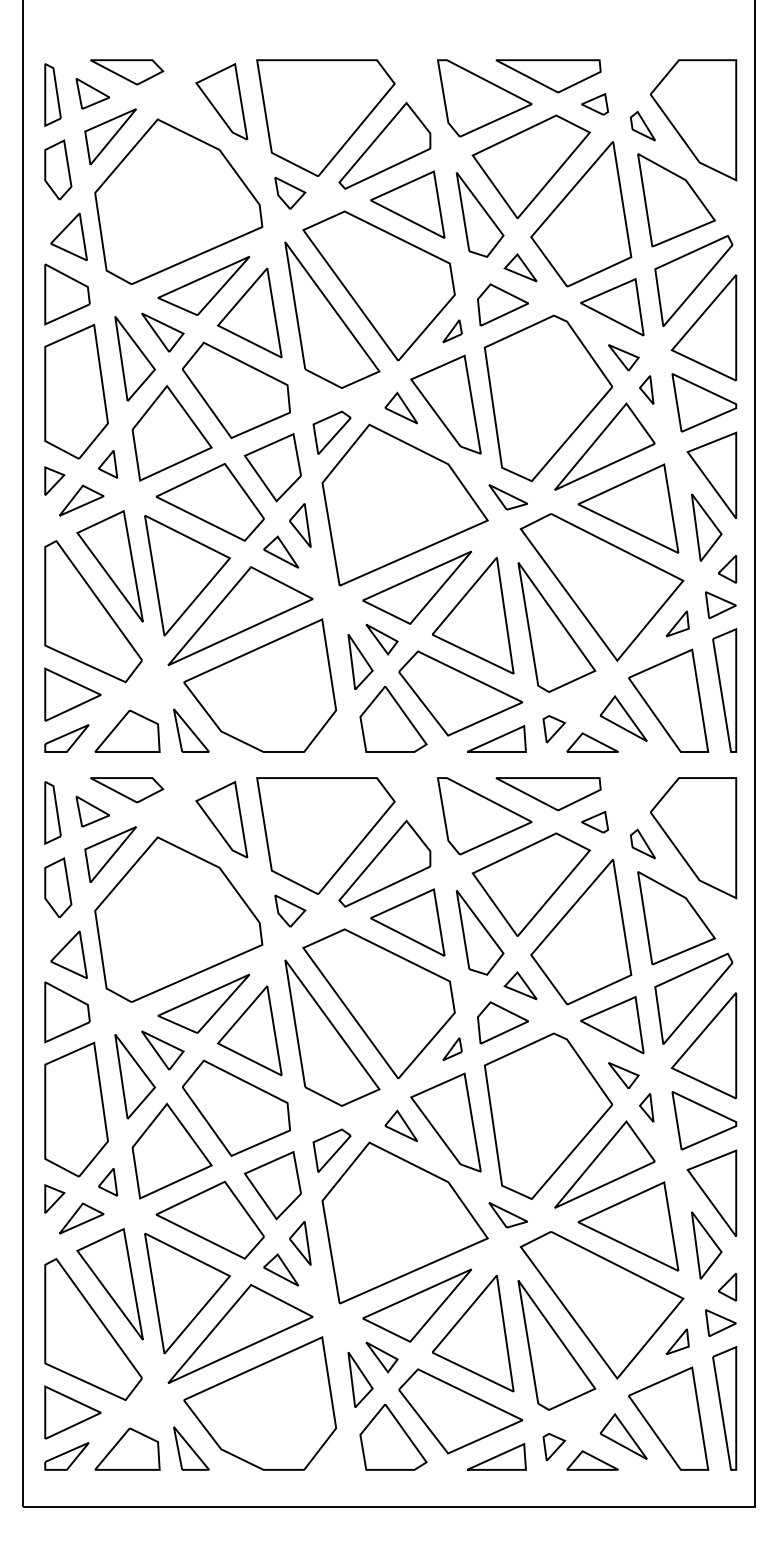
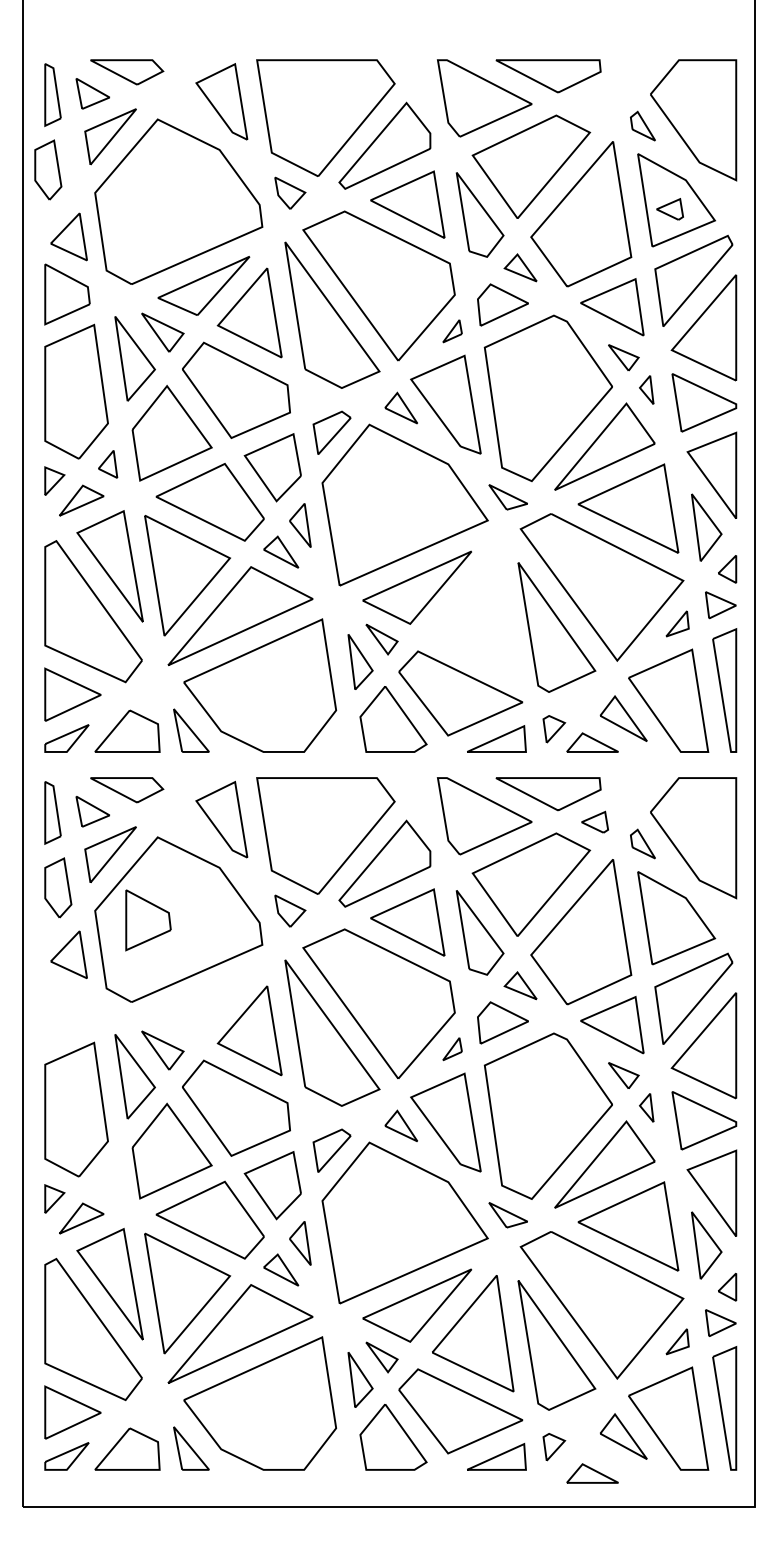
part at (594, 104) position: (594, 104) -> (669, 209)
part at (58, 169) position: (58, 169) -> (48, 169)
part at (473, 615): present -> none
part at (203, 1003): present -> none
part at (67, 1012) position: (67, 1012) -> (148, 920)
part at (108, 1182): present -> none
part at (592, 1460) position: (592, 1460) -> (592, 1473)
